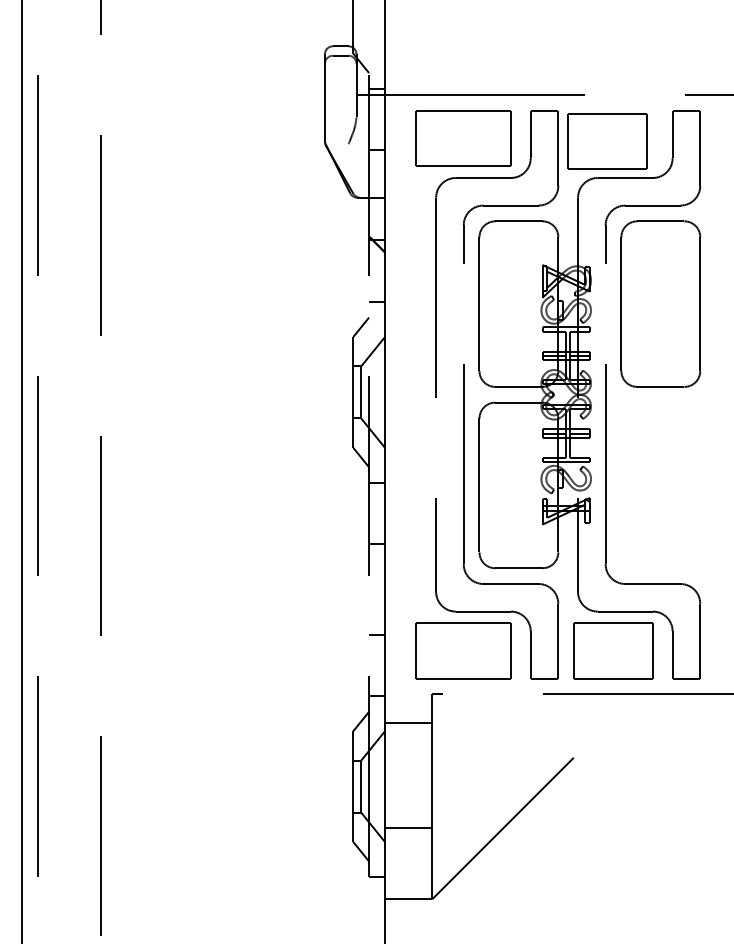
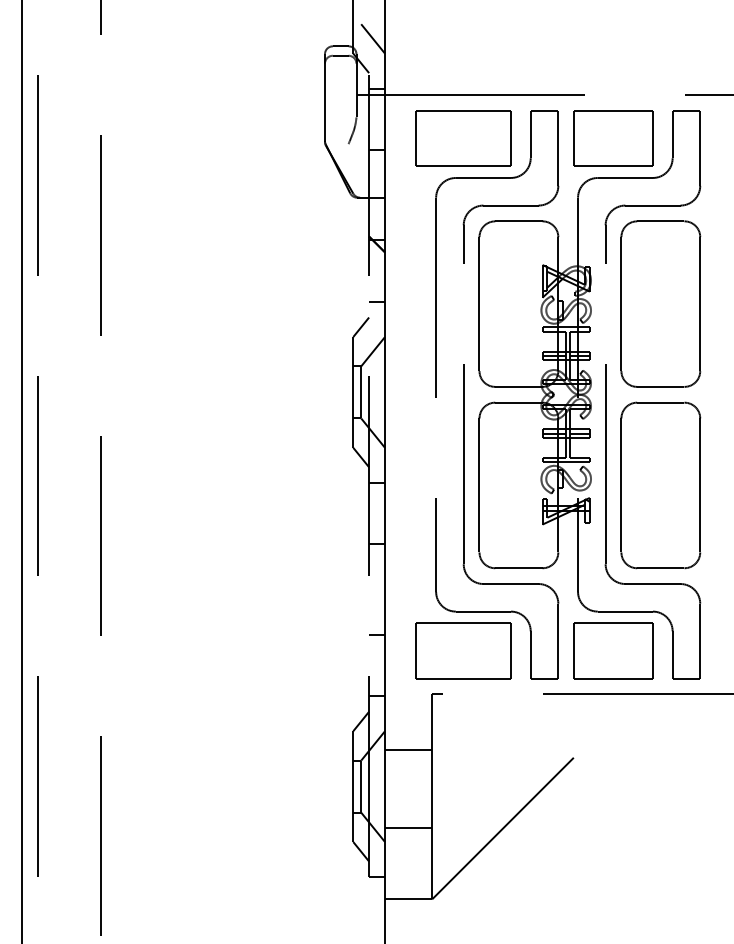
line at (372, 38): none -> present
part at (607, 141) position: (607, 141) -> (613, 138)
part at (660, 485): none -> present
line at (408, 722) position: (408, 722) -> (408, 749)
